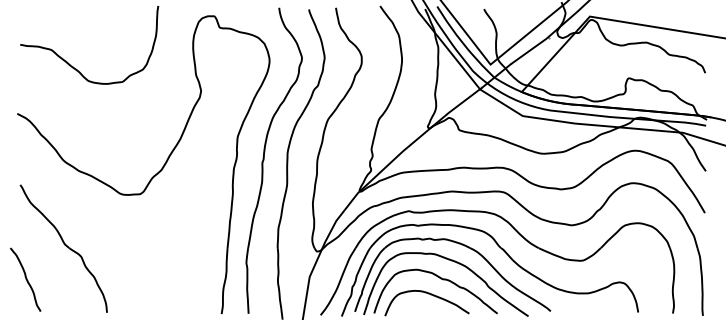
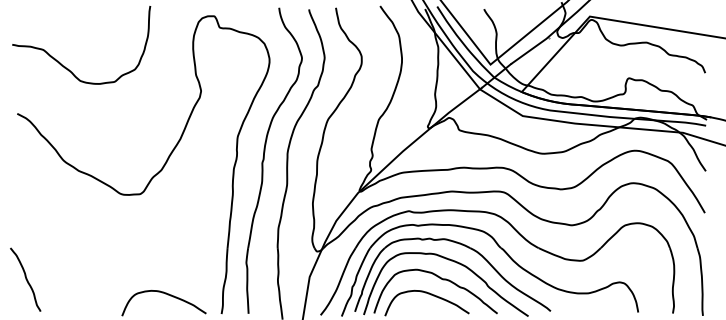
curve at (73, 66) position: (73, 66) -> (65, 66)
part at (63, 248): present -> none
curve at (167, 295): none -> present
